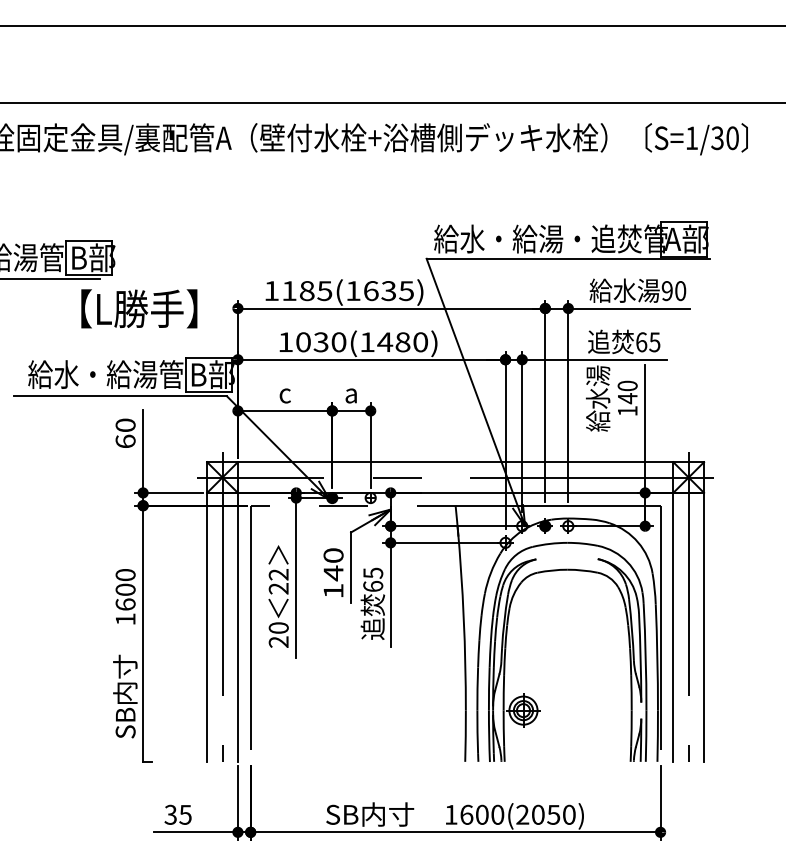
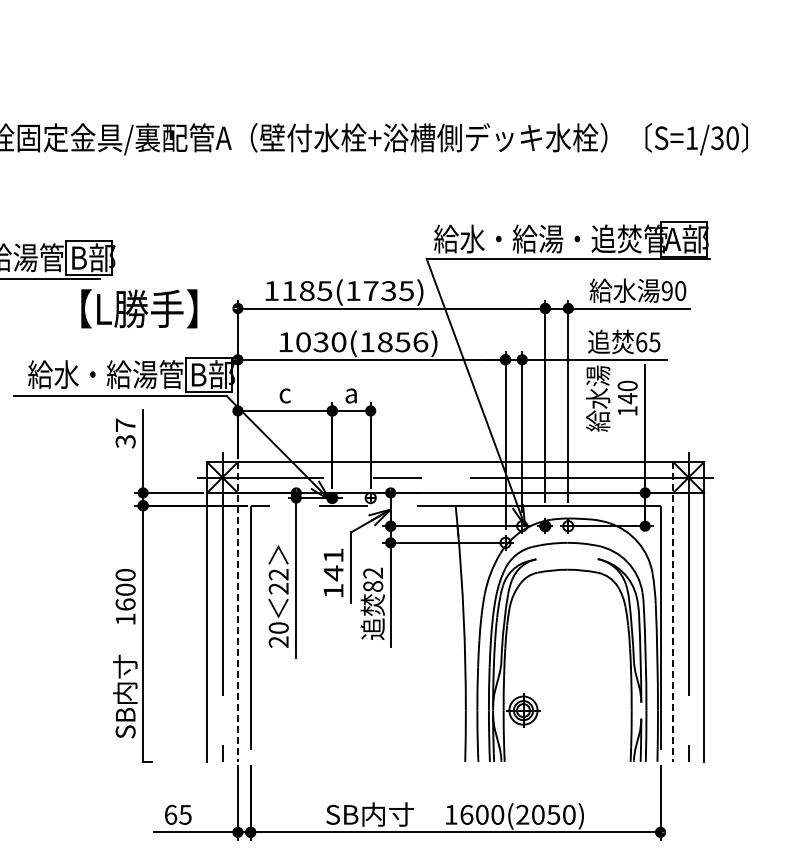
line at (392, 25): present -> none
line at (392, 102): present -> none
text at (371, 291): 1185(1635) -> 1185(1735)
text at (402, 342): 1030(1480) -> 1030(1856)
text at (125, 433): 60 -> 37
text at (333, 555): 140 -> 141
text at (373, 579): 65 -> 82
line at (237, 612): solid -> dashed
line at (673, 612): solid -> dashed
text at (170, 814): 35 -> 65
